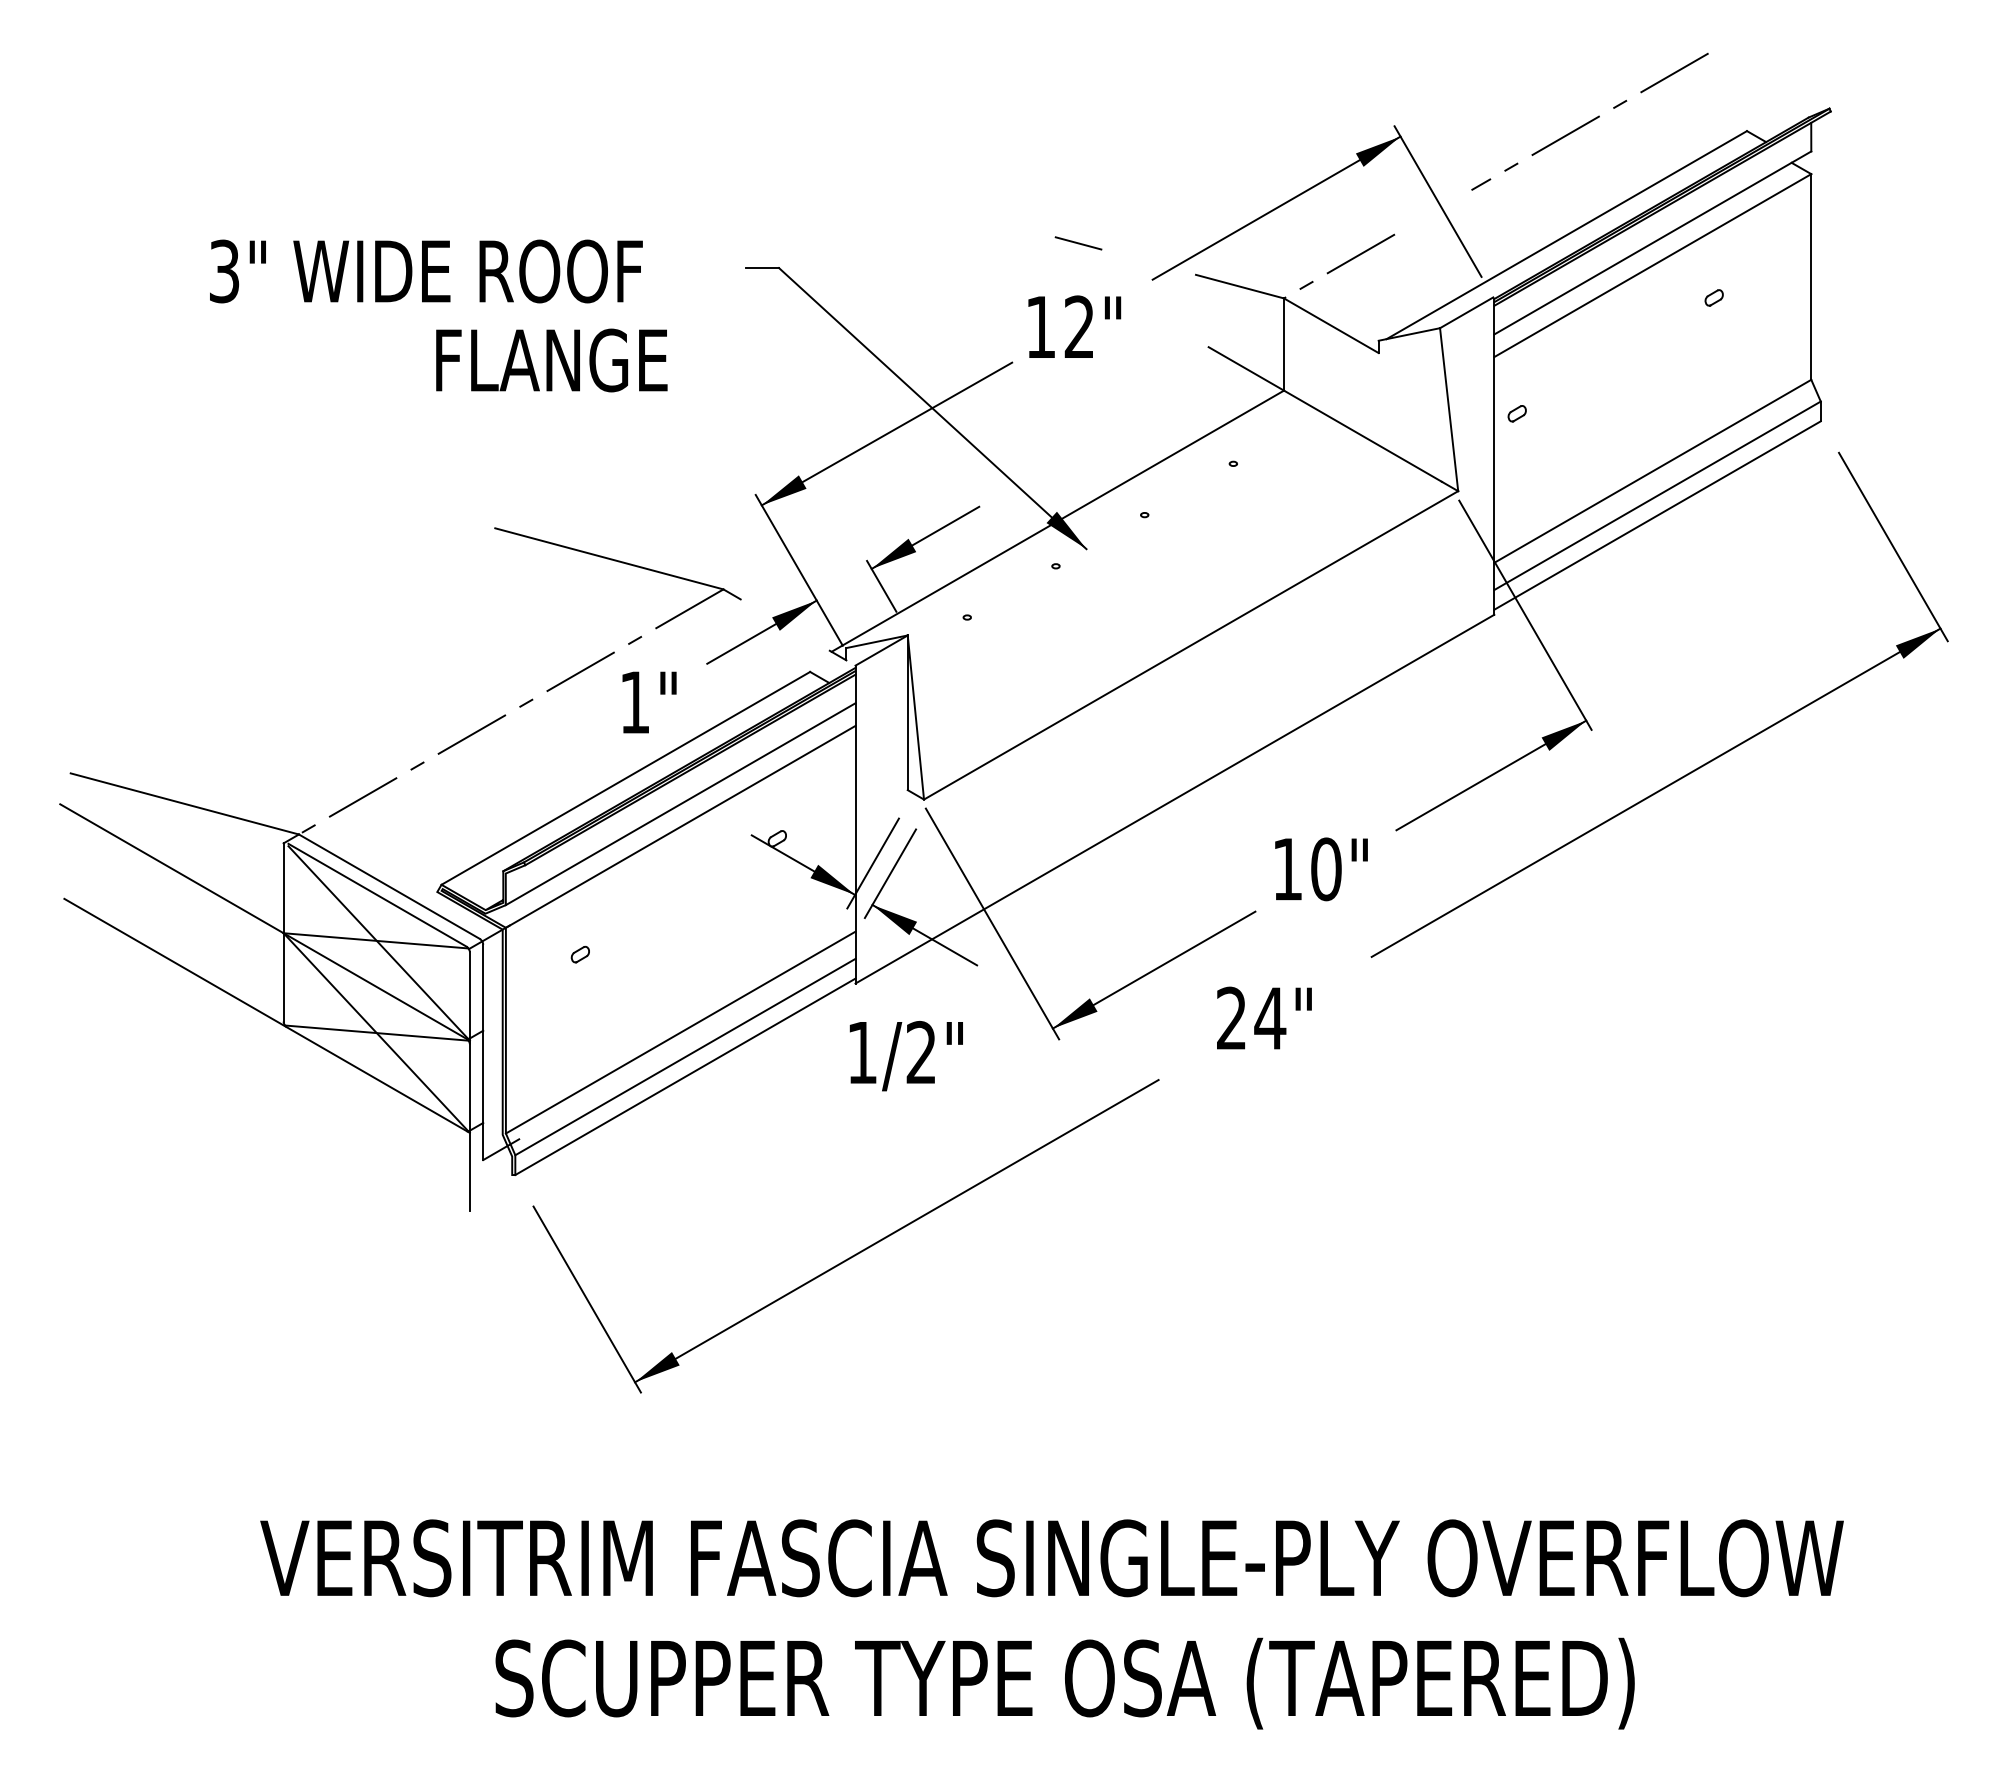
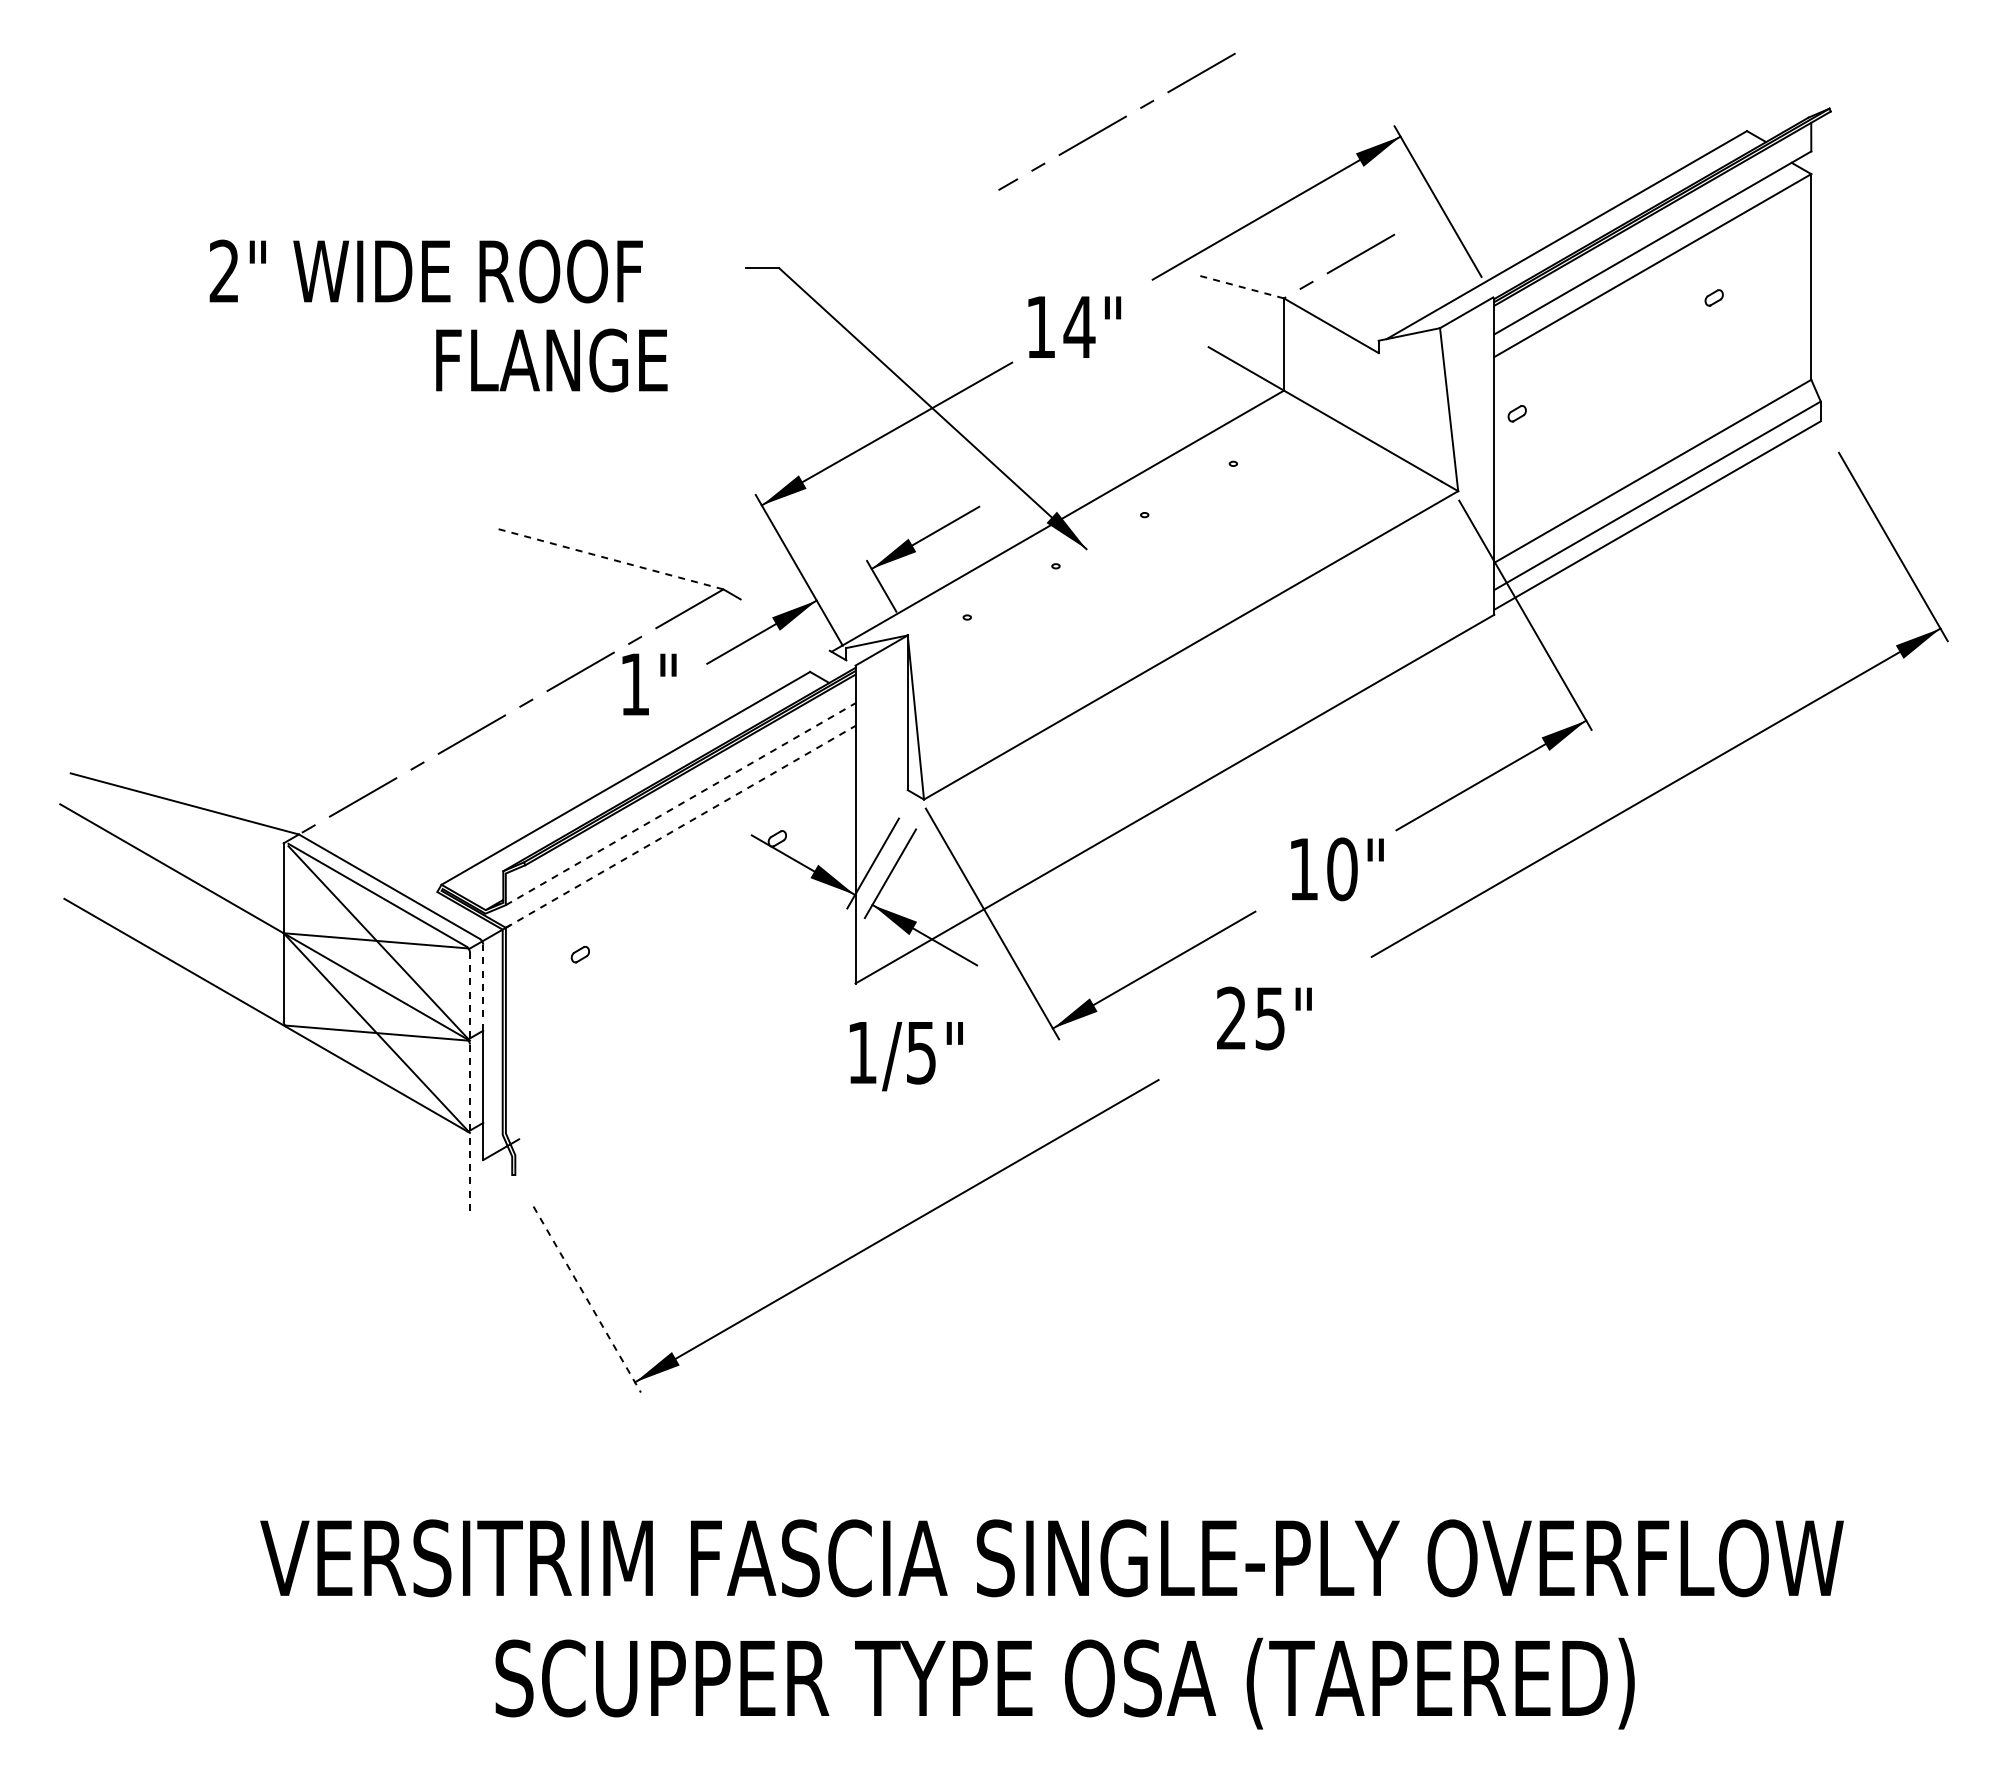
line at (1589, 121) position: (1589, 121) -> (1116, 121)
line at (1078, 243): present -> none
text at (224, 271): 3" -> 2"
line at (1240, 286): solid -> dashed
text at (1079, 326): 12" -> 14"
line at (608, 558): solid -> dashed
text at (649, 702) position: (649, 702) -> (649, 684)
line at (680, 804): solid -> dashed
line at (680, 826): solid -> dashed
text at (1321, 869) position: (1321, 869) -> (1337, 869)
line at (483, 987): solid -> dashed
text at (1270, 1018): 24" -> 25"
line at (680, 1032): present -> none
text at (920, 1052): 1/2" -> 1/5"
line at (685, 1056): present -> none
line at (685, 1076): present -> none
line at (469, 1081): solid -> dashed
line at (587, 1299): solid -> dashed
